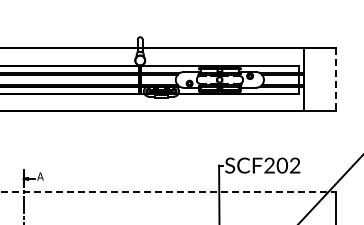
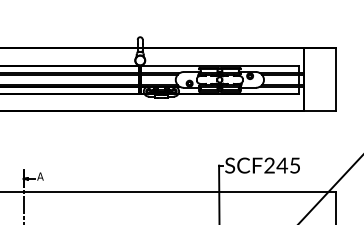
line at (335, 79): dashed -> solid
text at (288, 165): SCF202 -> SCF245
line at (168, 191): dashed -> solid
